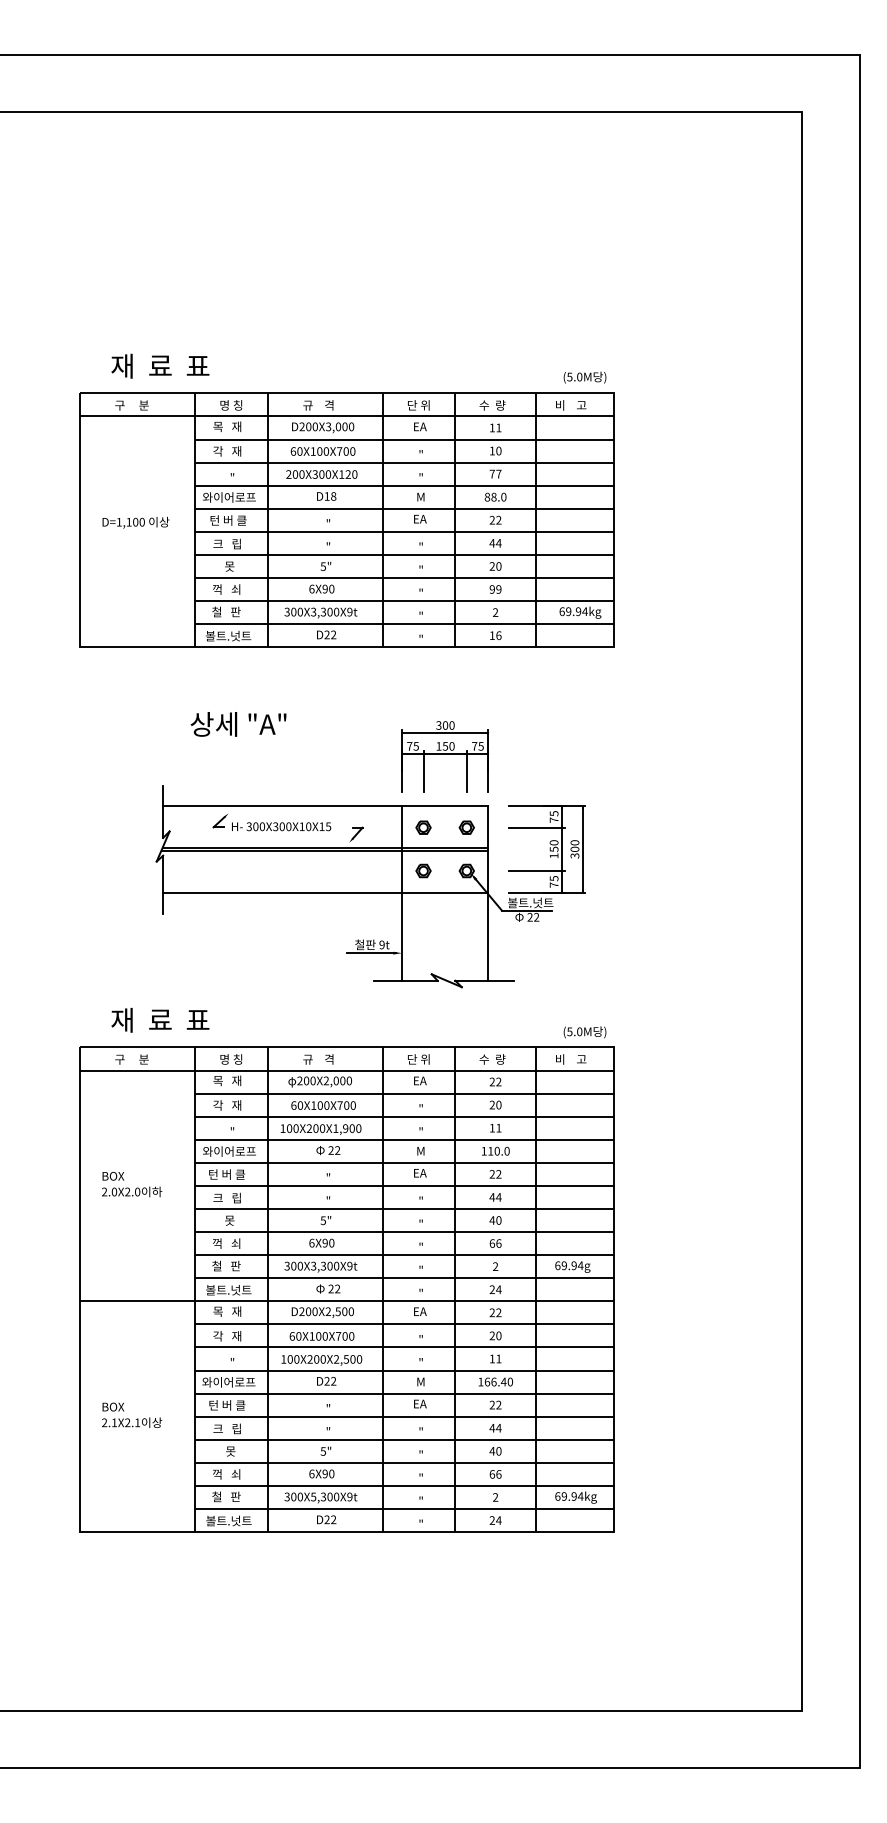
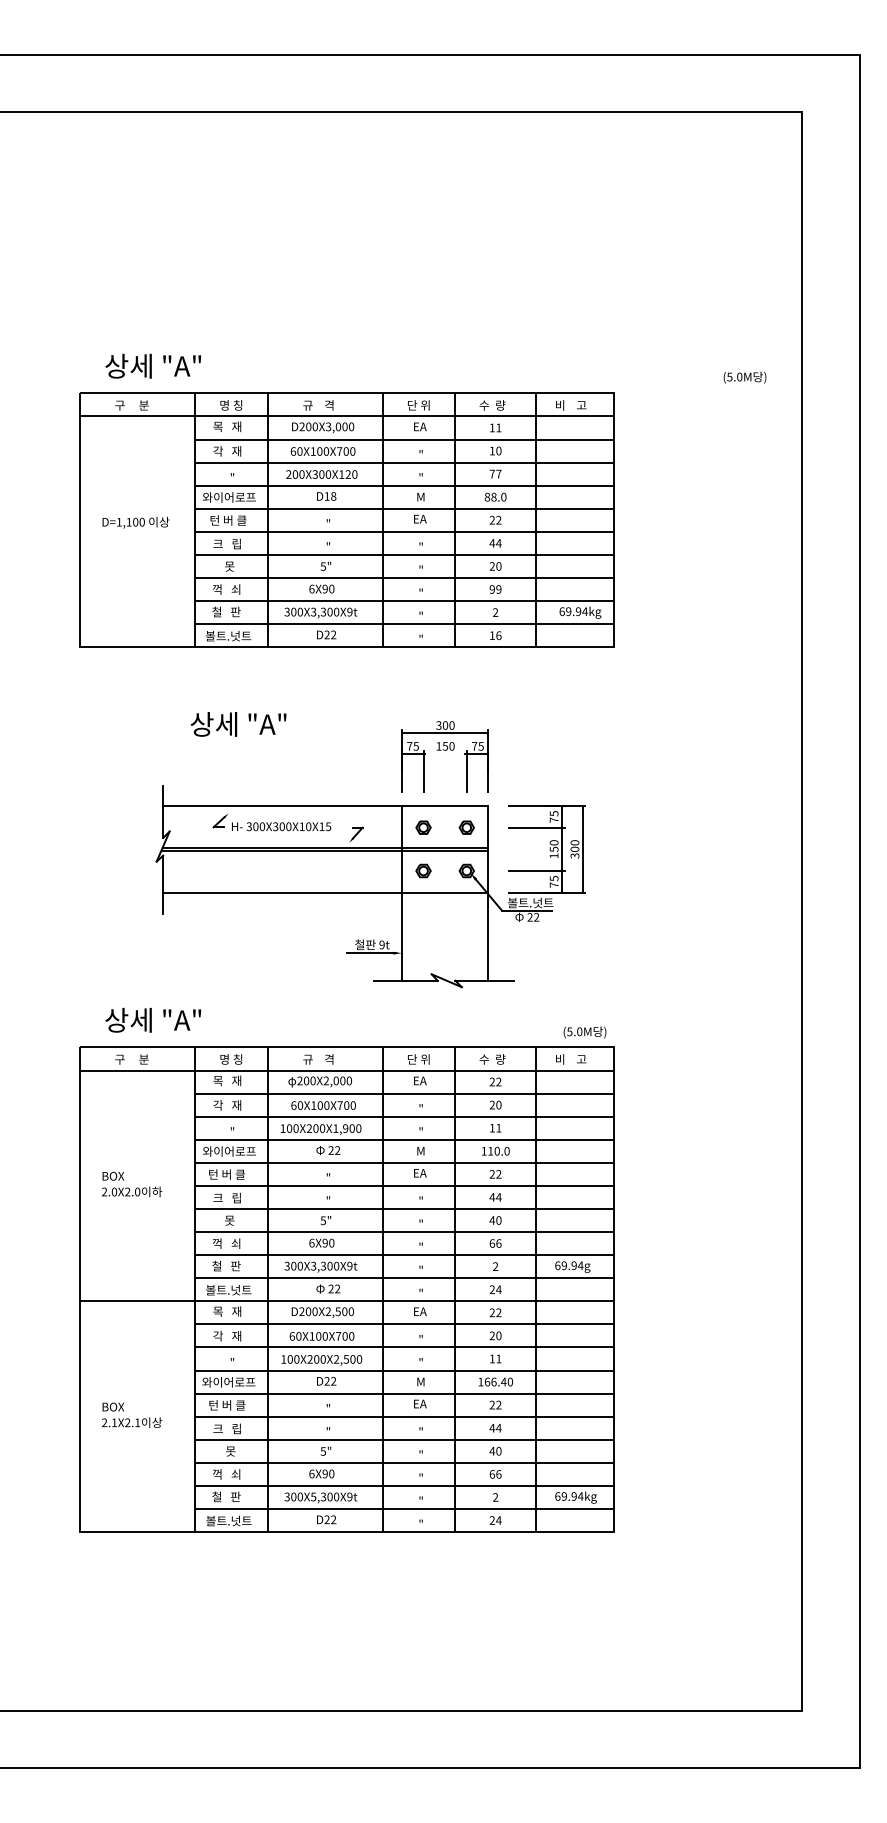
text at (157, 365): 재  료  표 -> 상세 "A"
text at (584, 377) position: (584, 377) -> (744, 377)
line at (444, 753): present -> none
text at (157, 1019): 재  료  표 -> 상세 "A"
